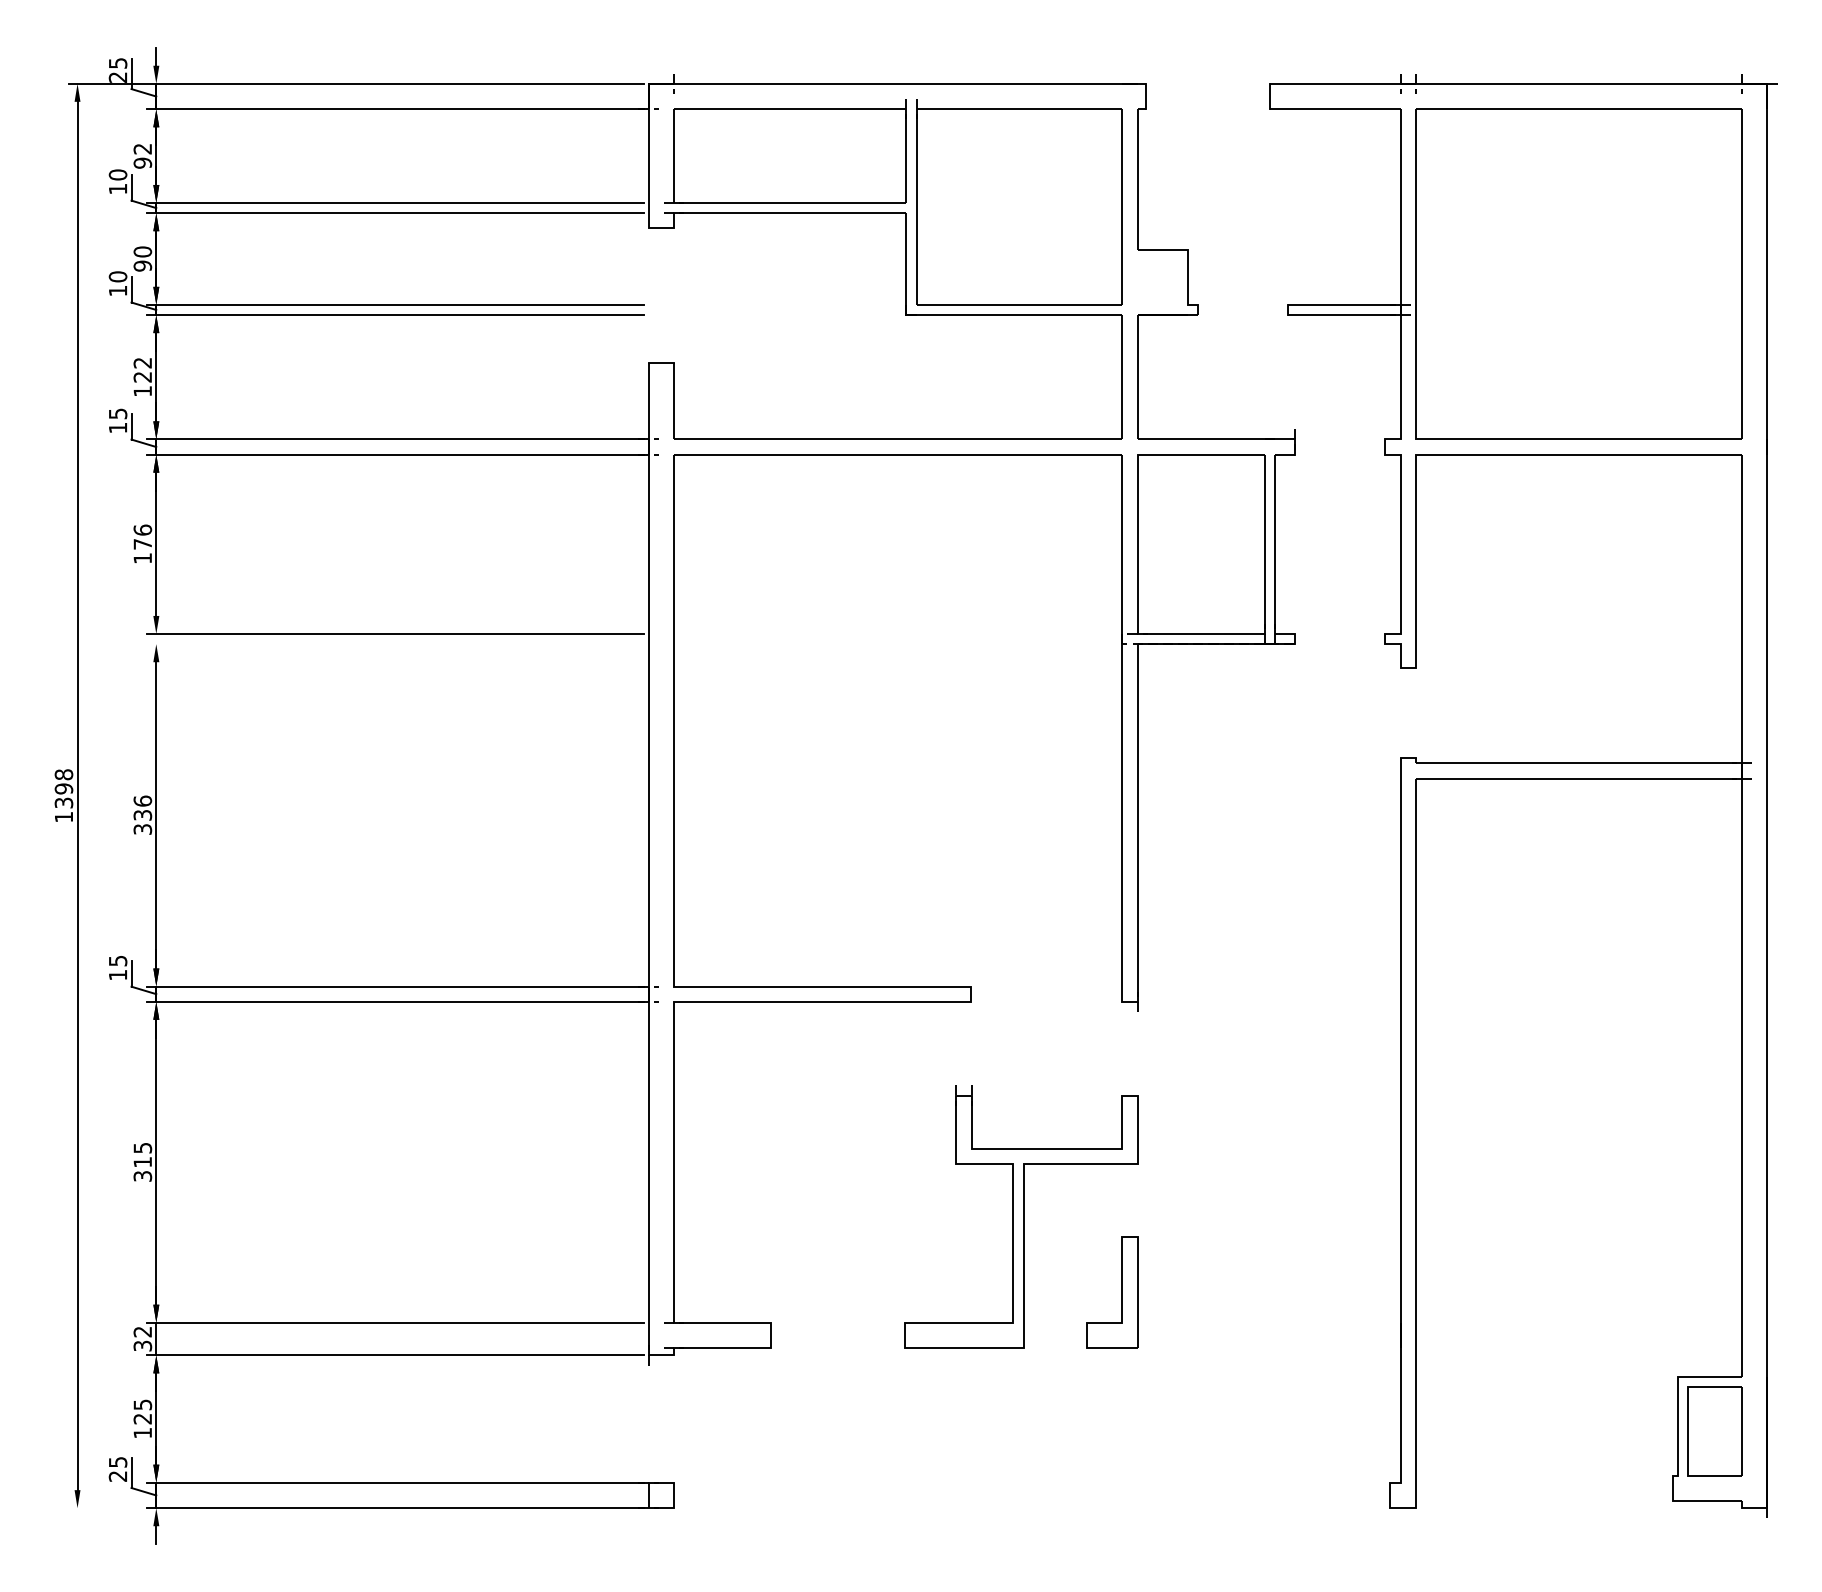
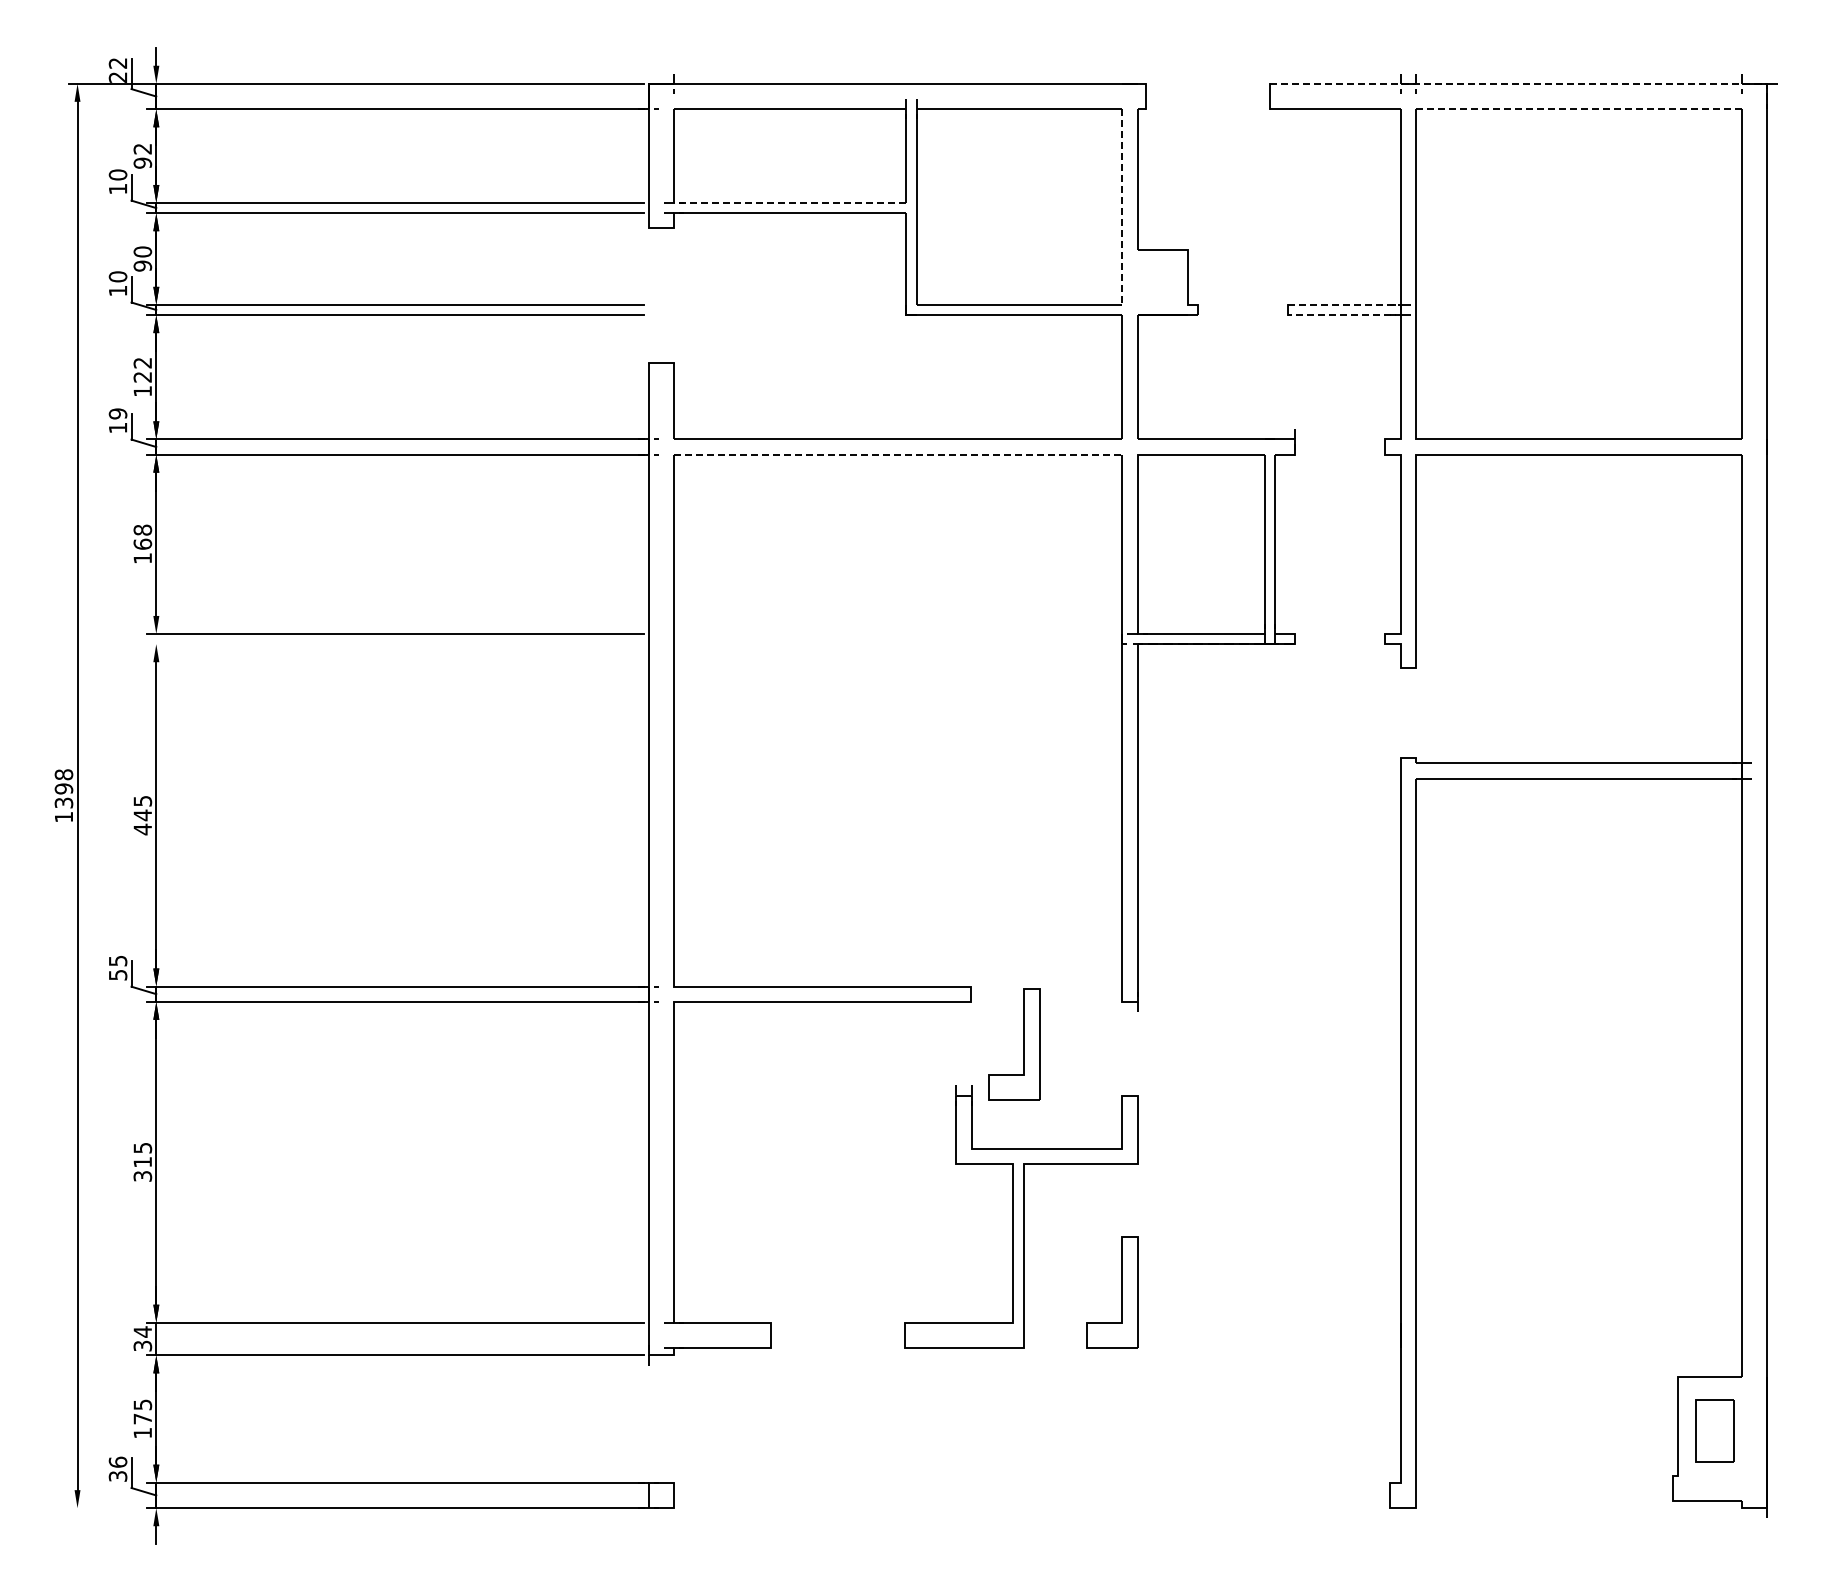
text at (117, 63): 25 -> 22
line at (1532, 83): solid -> dashed
line at (1578, 109): solid -> dashed
line at (789, 203): solid -> dashed
line at (1122, 207): solid -> dashed
line at (1400, 310): solid -> dashed
text at (117, 413): 15 -> 19
line at (898, 454): solid -> dashed
text at (142, 536): 176 -> 168
text at (142, 815): 336 -> 445
text at (118, 975): 15 -> 55
part at (1023, 1044): none -> present
text at (142, 1331): 32 -> 34
text at (142, 1418): 125 -> 175
part at (1714, 1431) size: 56x91 px -> 40x64 px
text at (117, 1468): 25 -> 36
